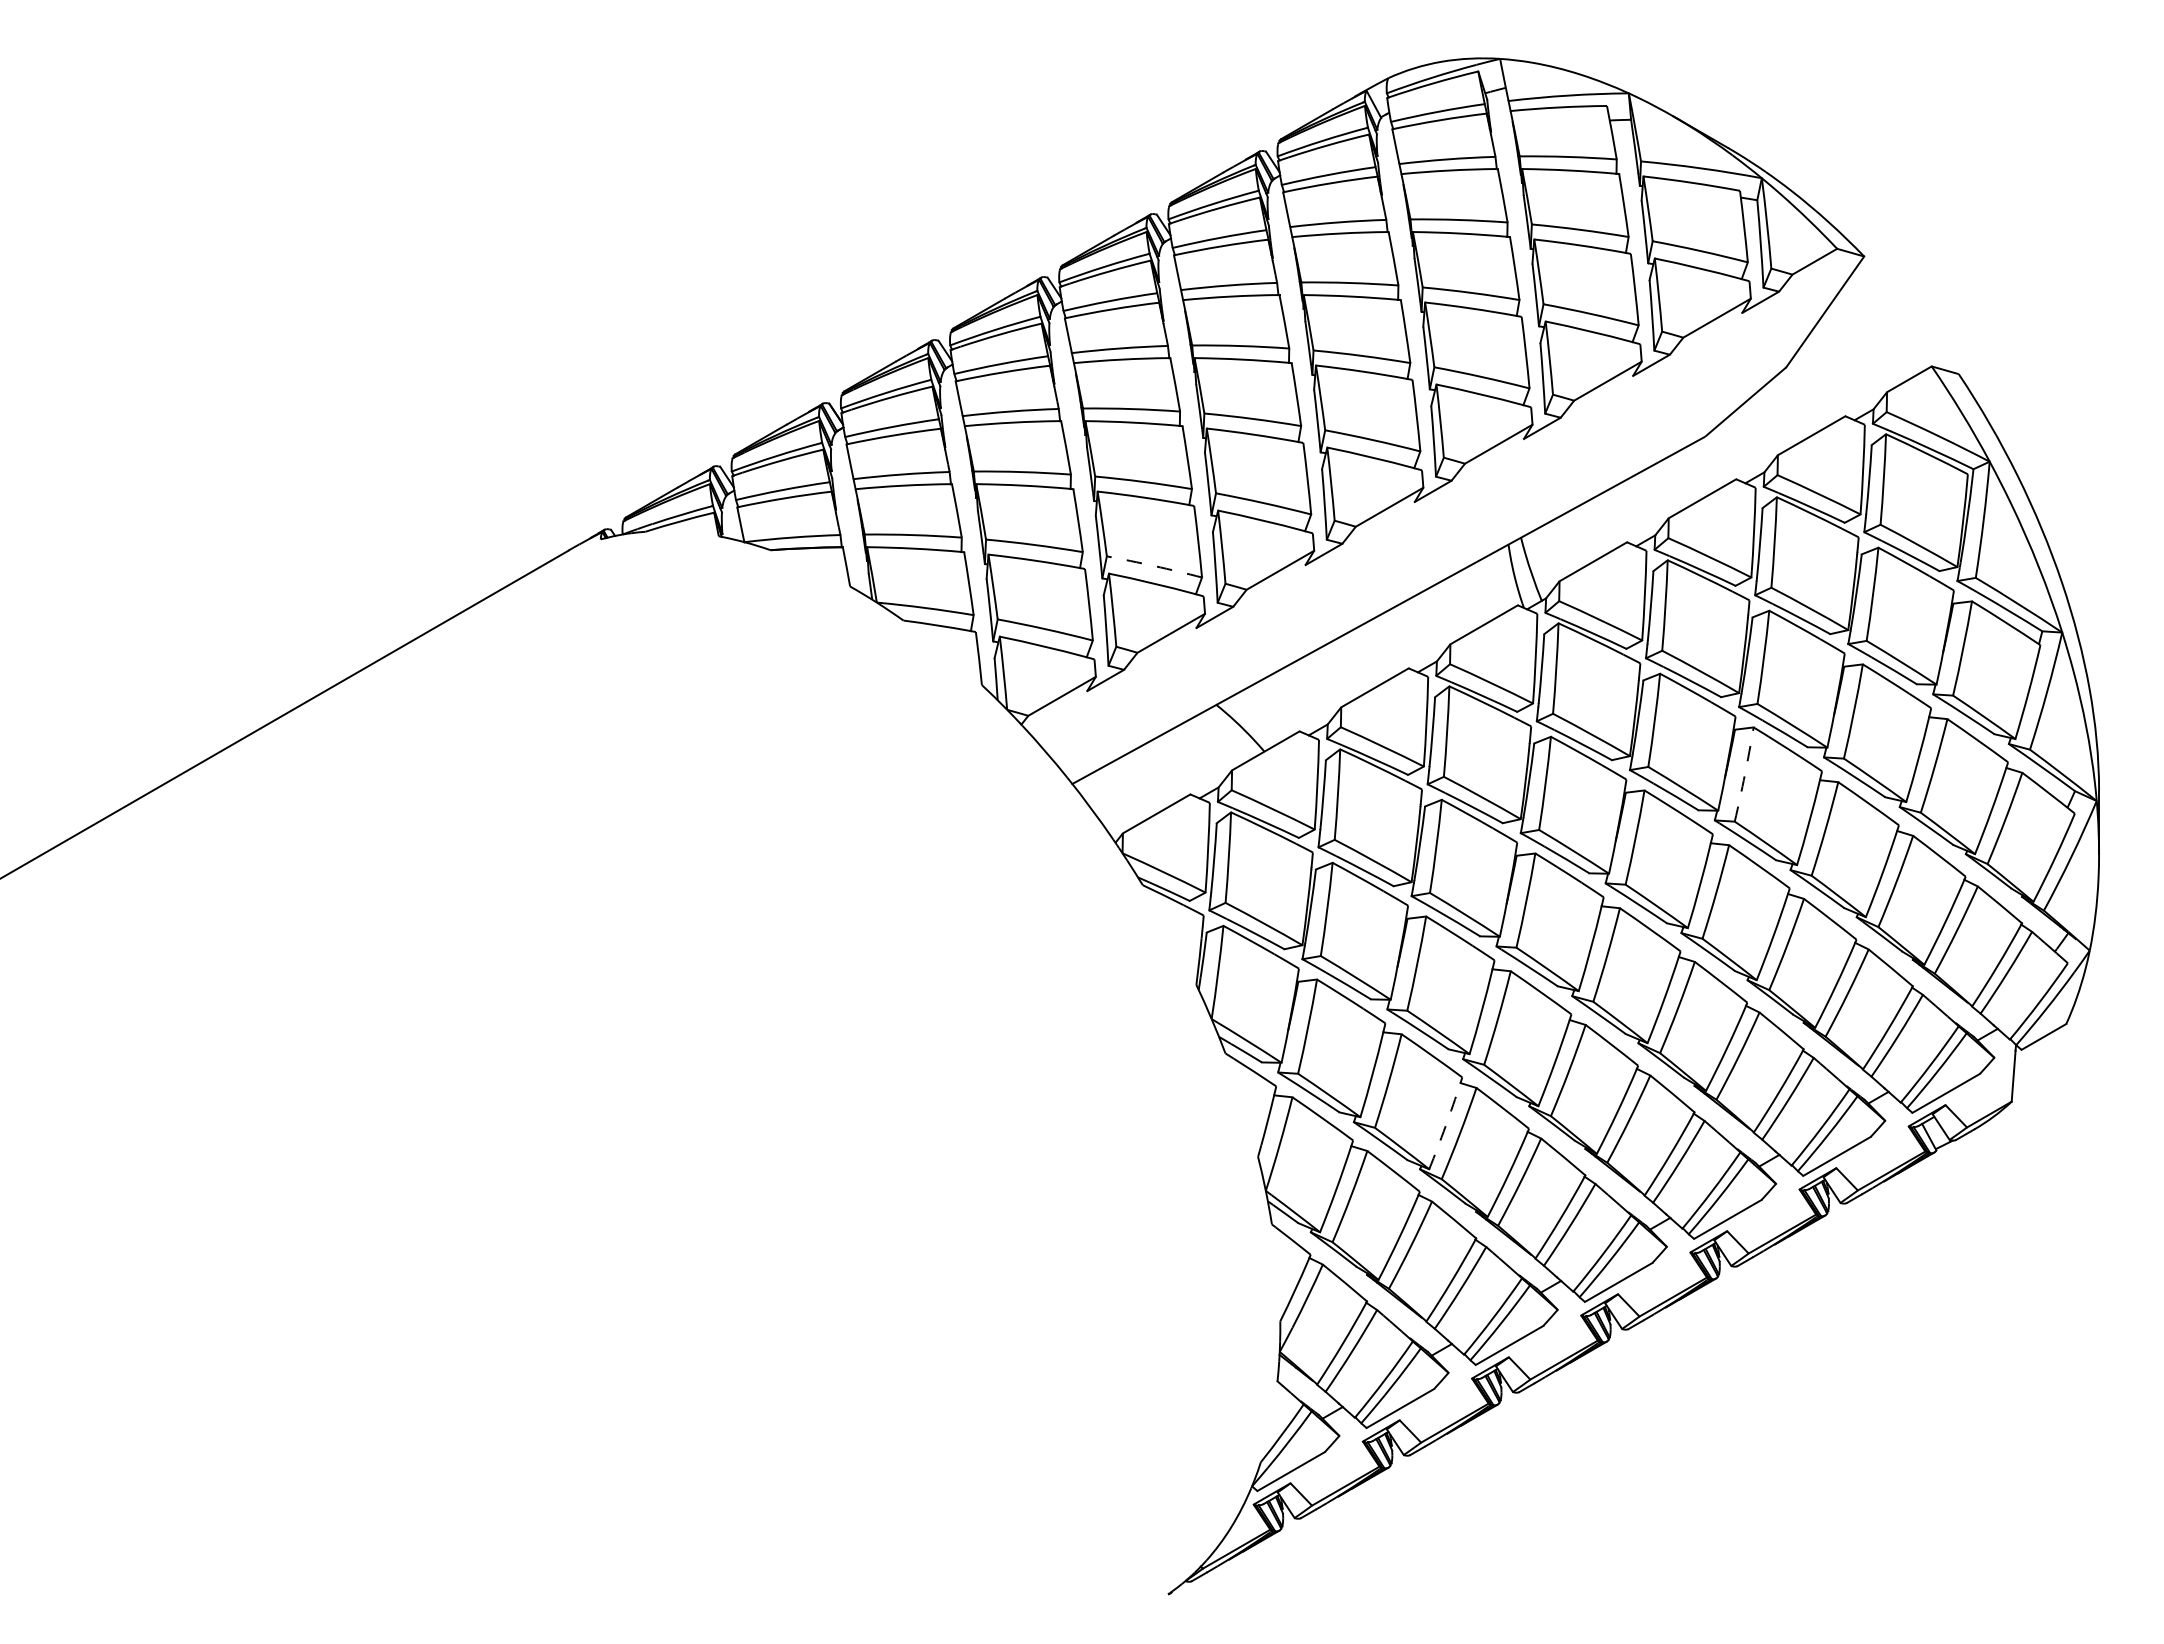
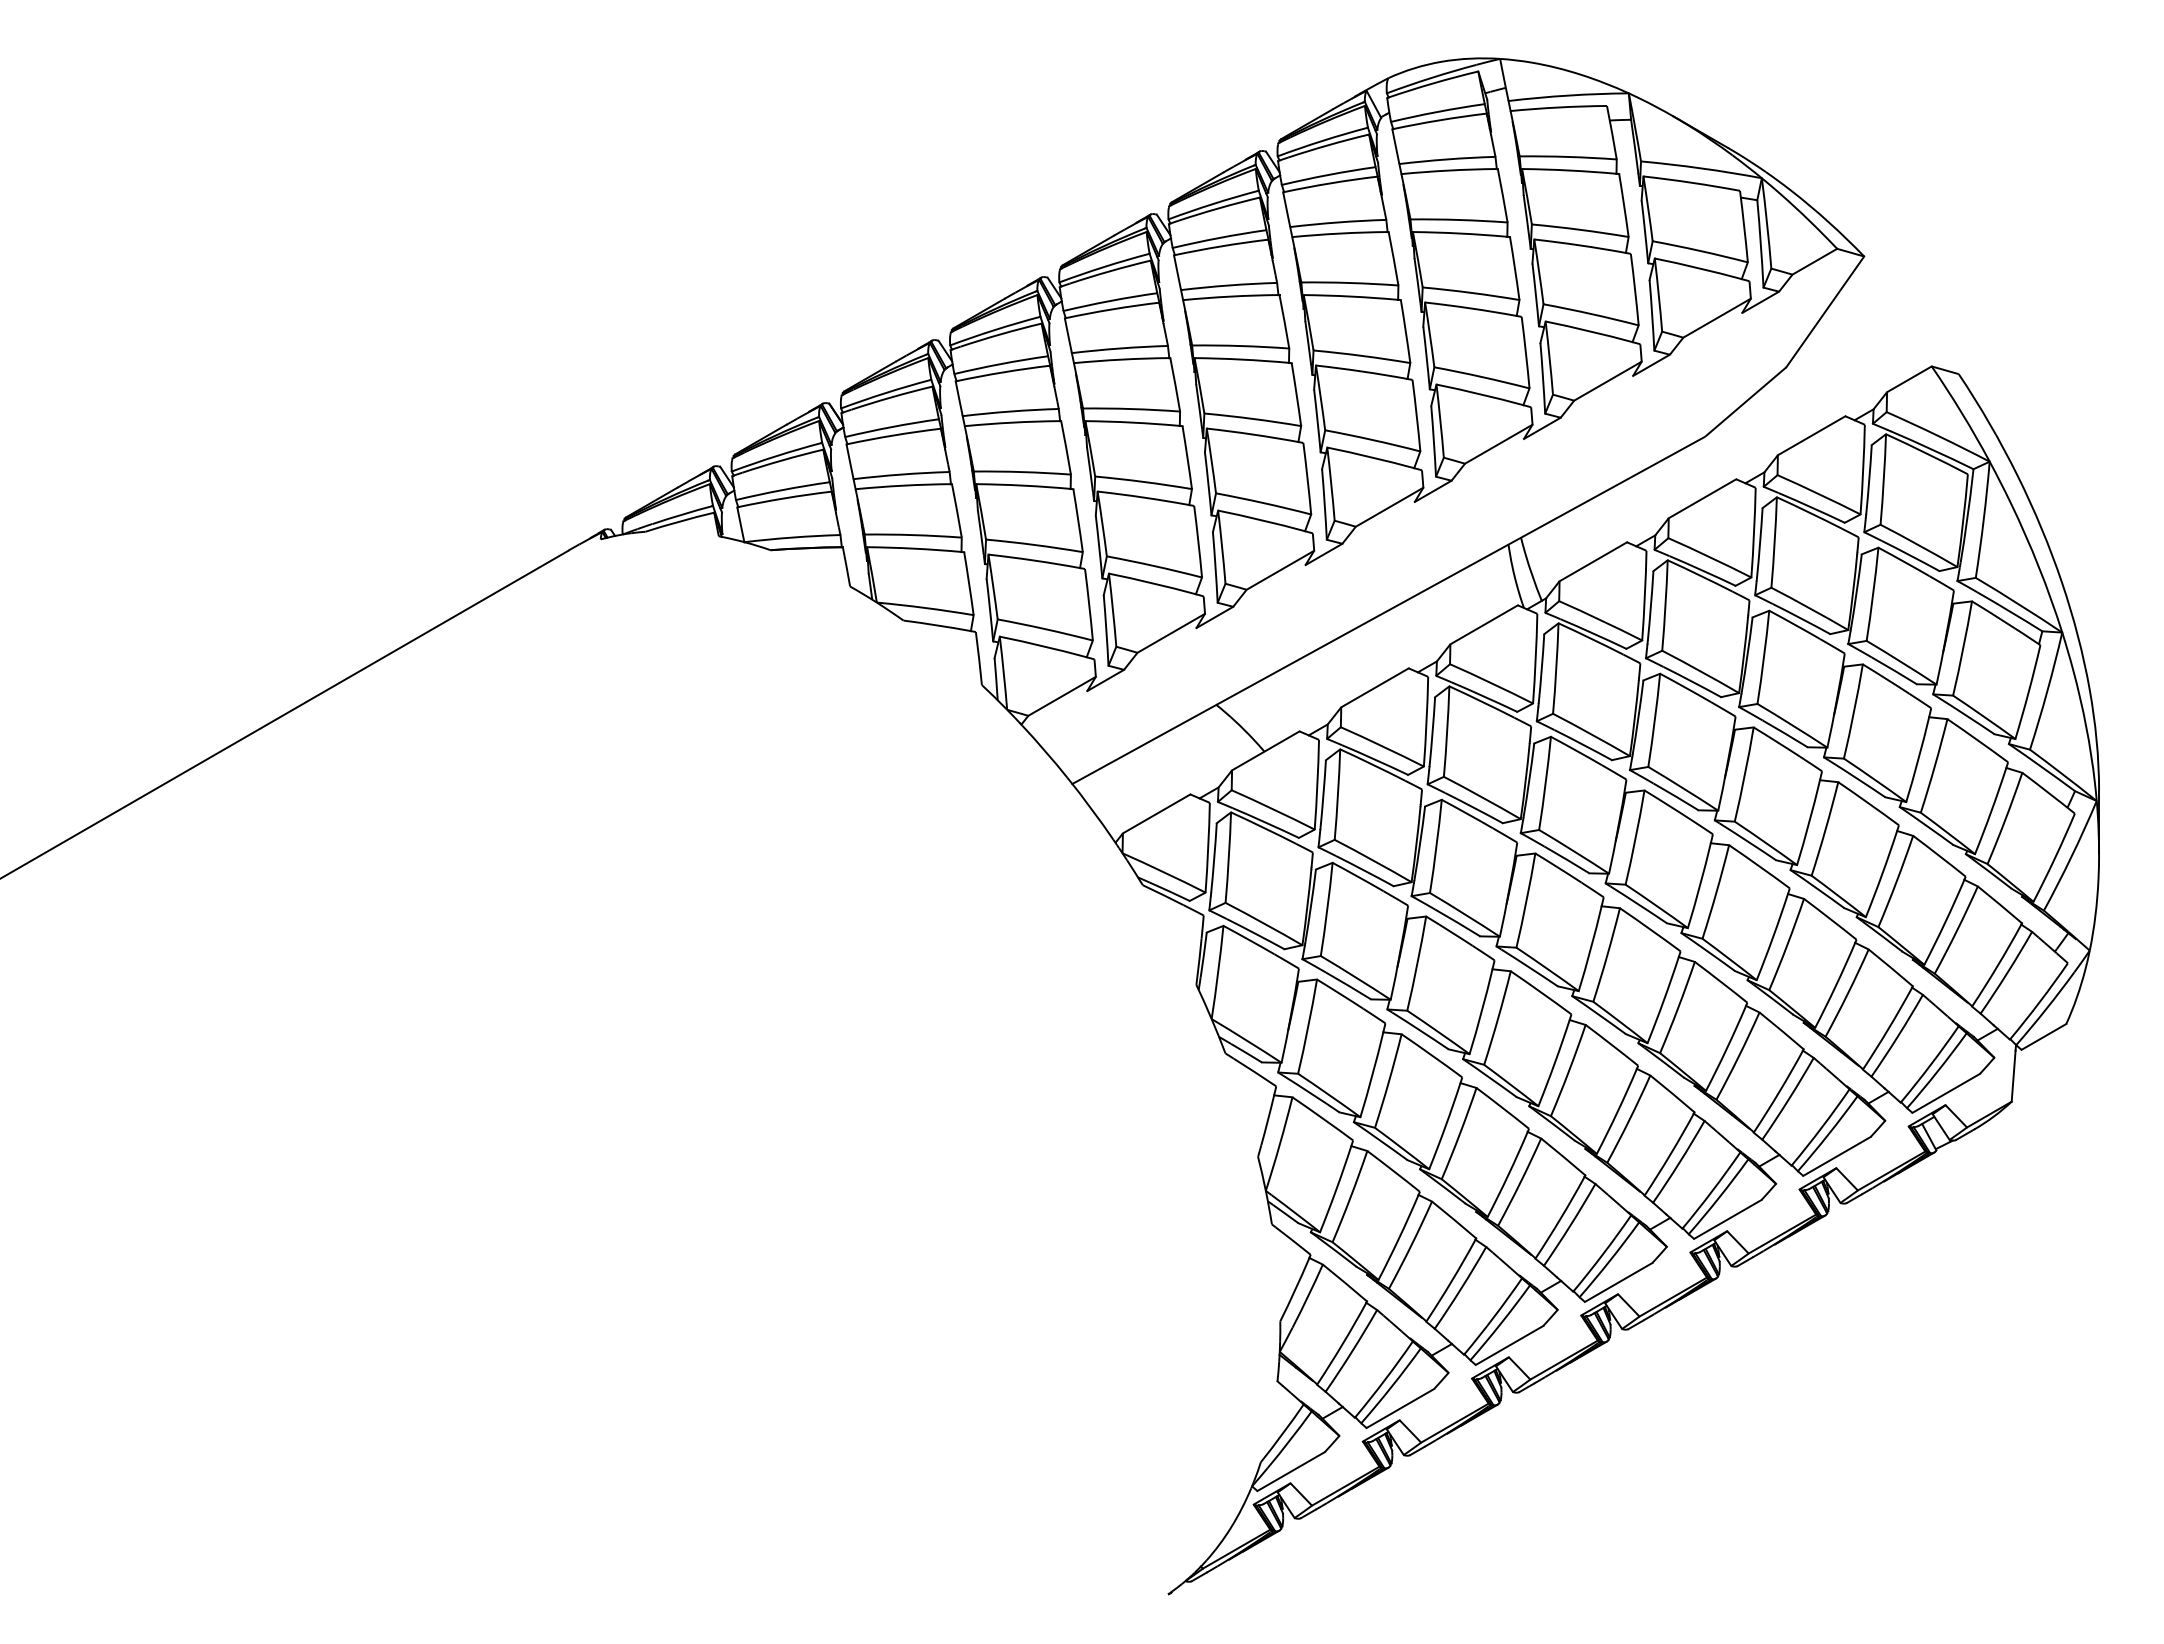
arc at (1154, 566): dashed -> solid
arc at (1744, 774): dashed -> solid
arc at (1445, 1126): dashed -> solid
